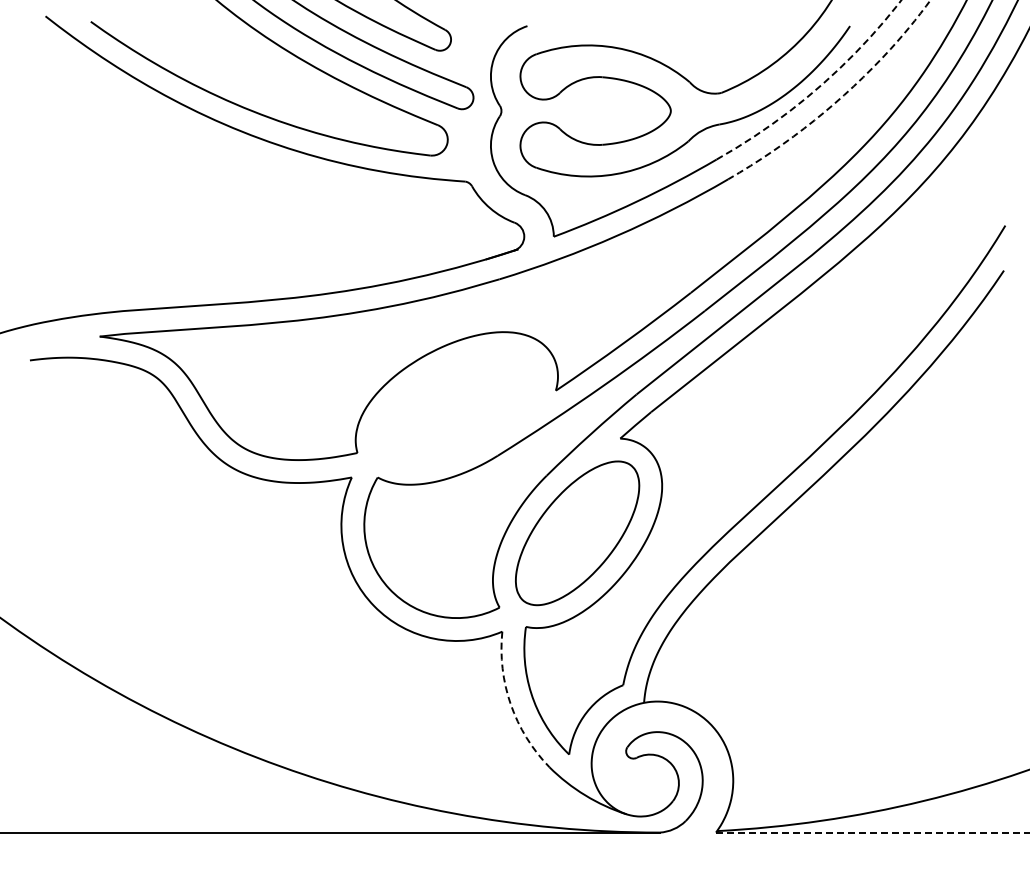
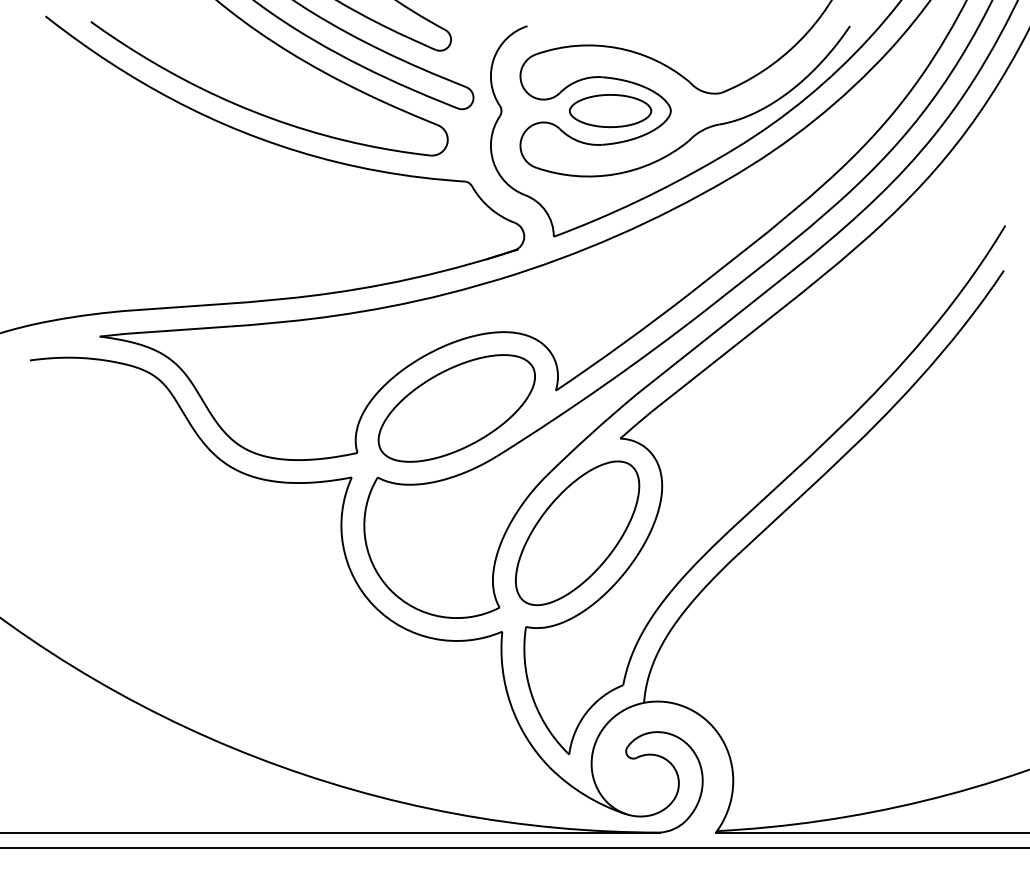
arc at (817, 88): dashed -> solid
line at (837, 100): dashed -> solid
part at (610, 111): none -> present
part at (456, 408): none -> present
arc at (510, 704): dashed -> solid
line at (872, 832): dashed -> solid
line at (514, 847): none -> present
